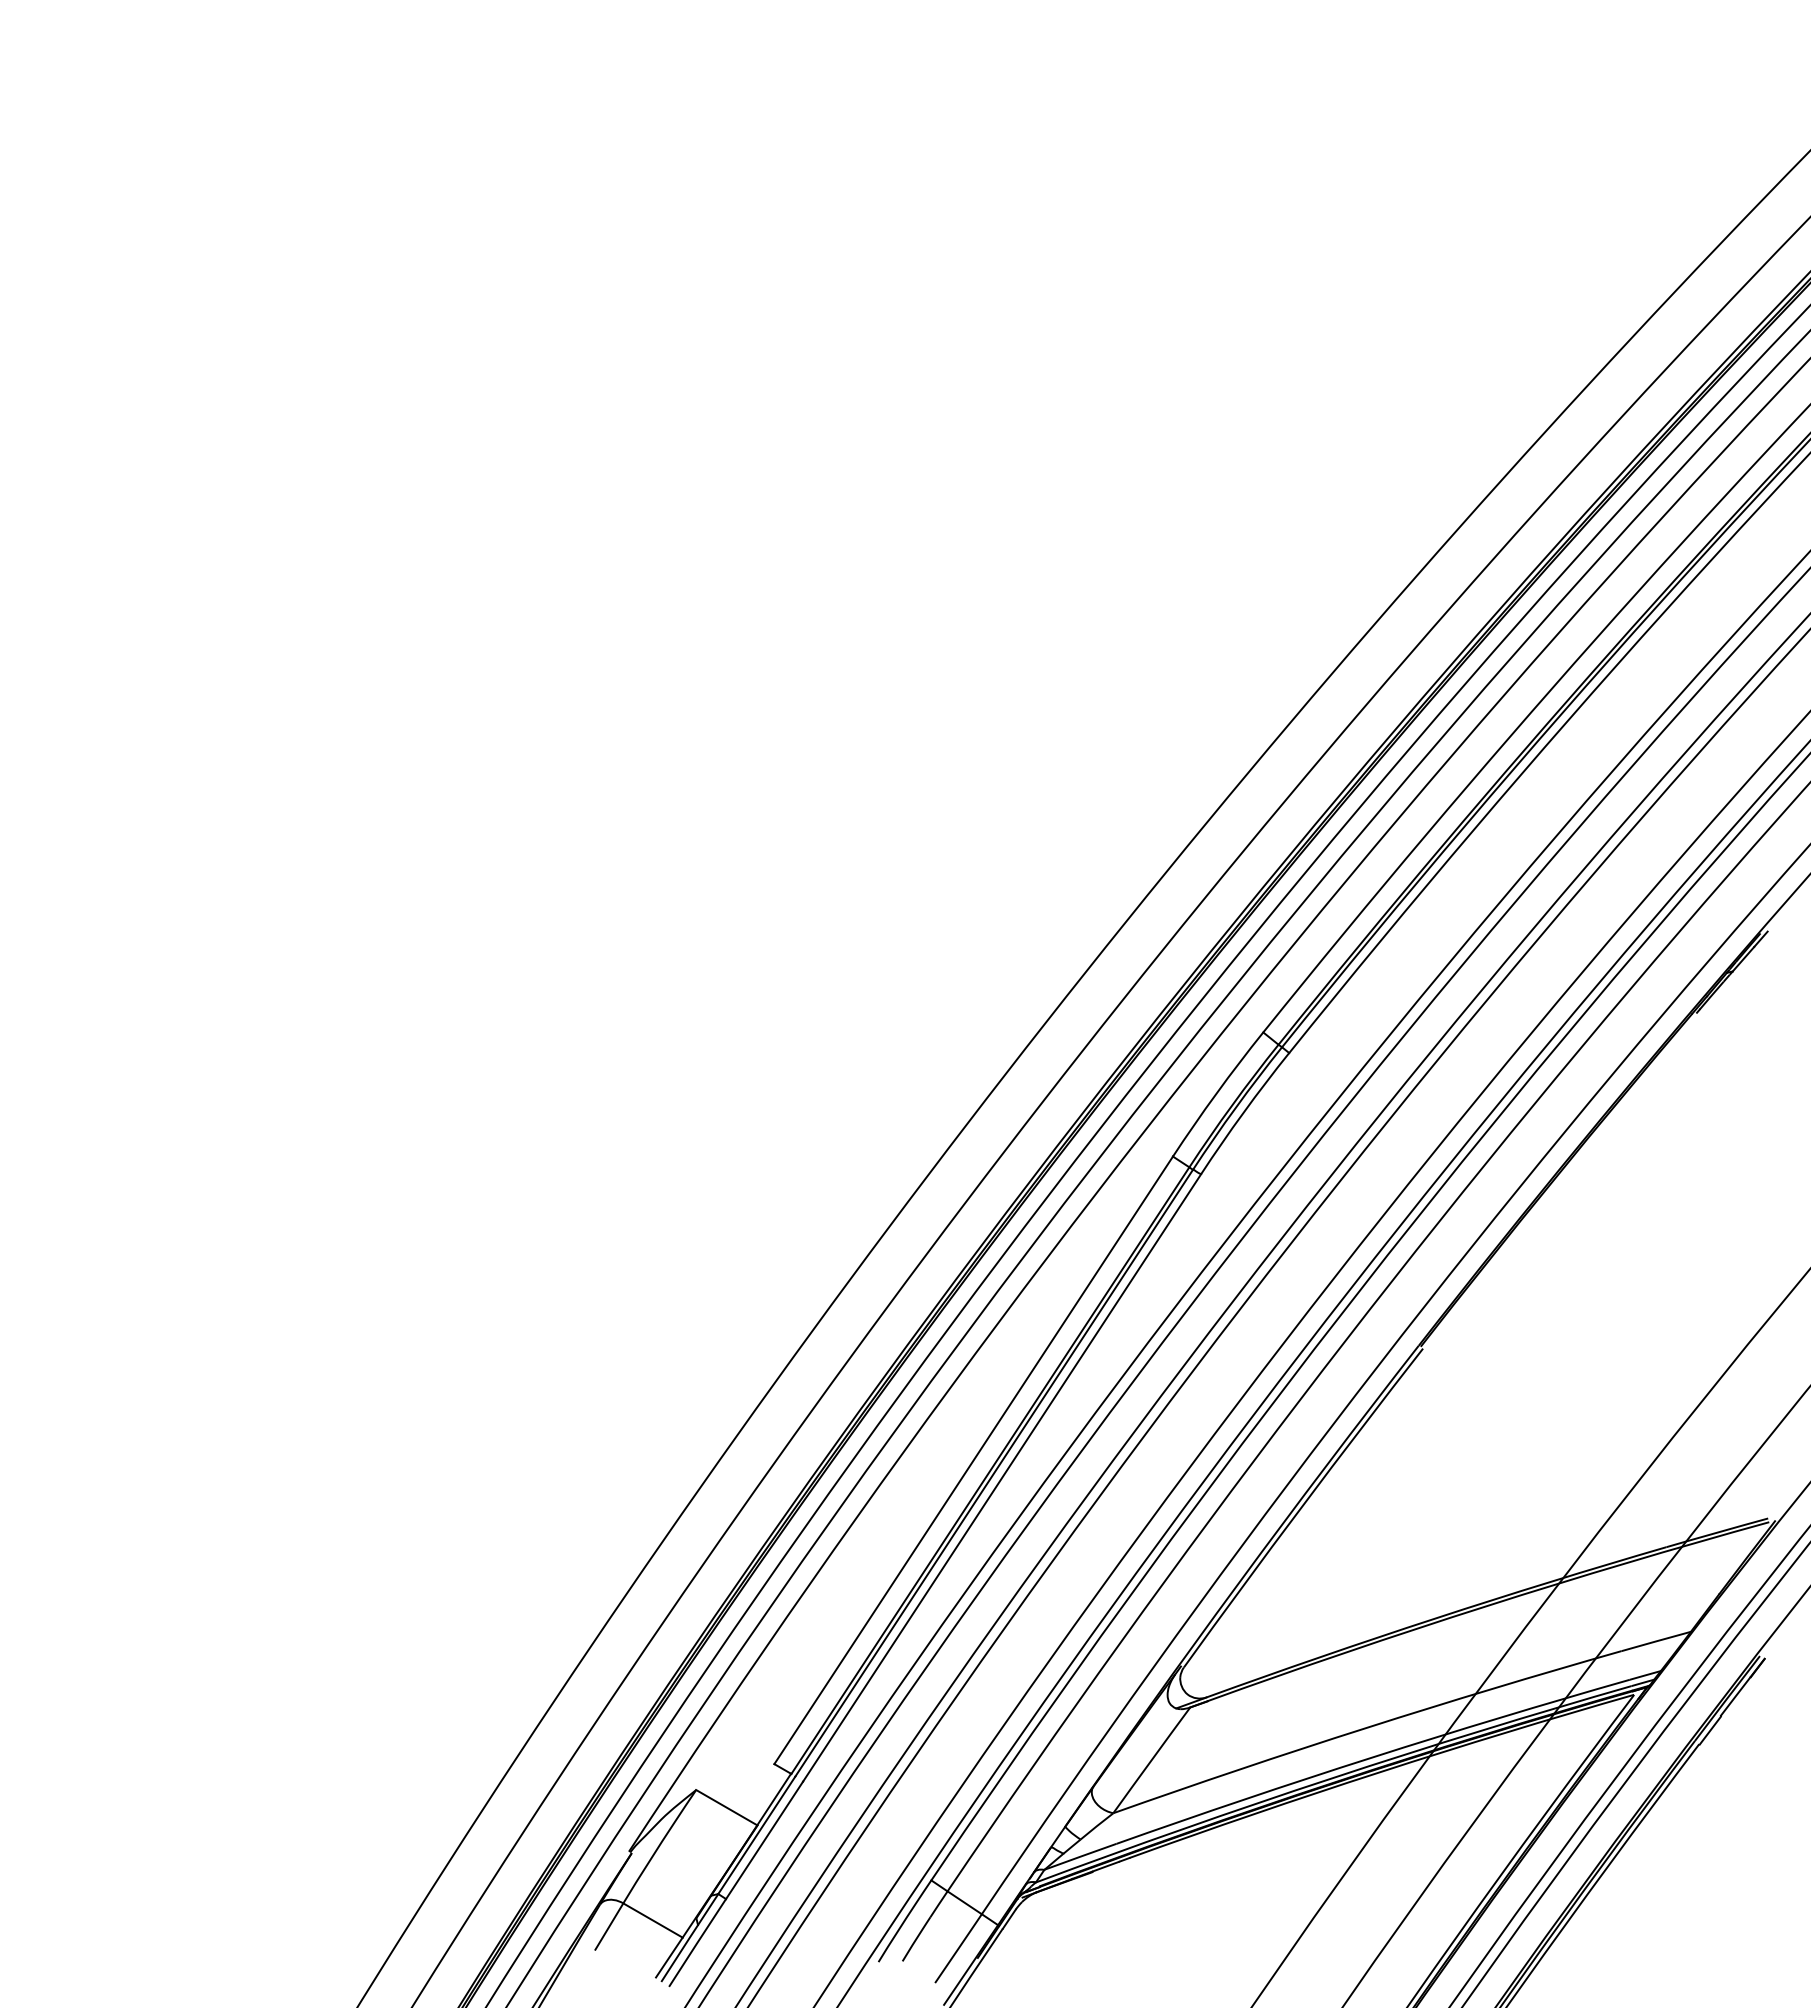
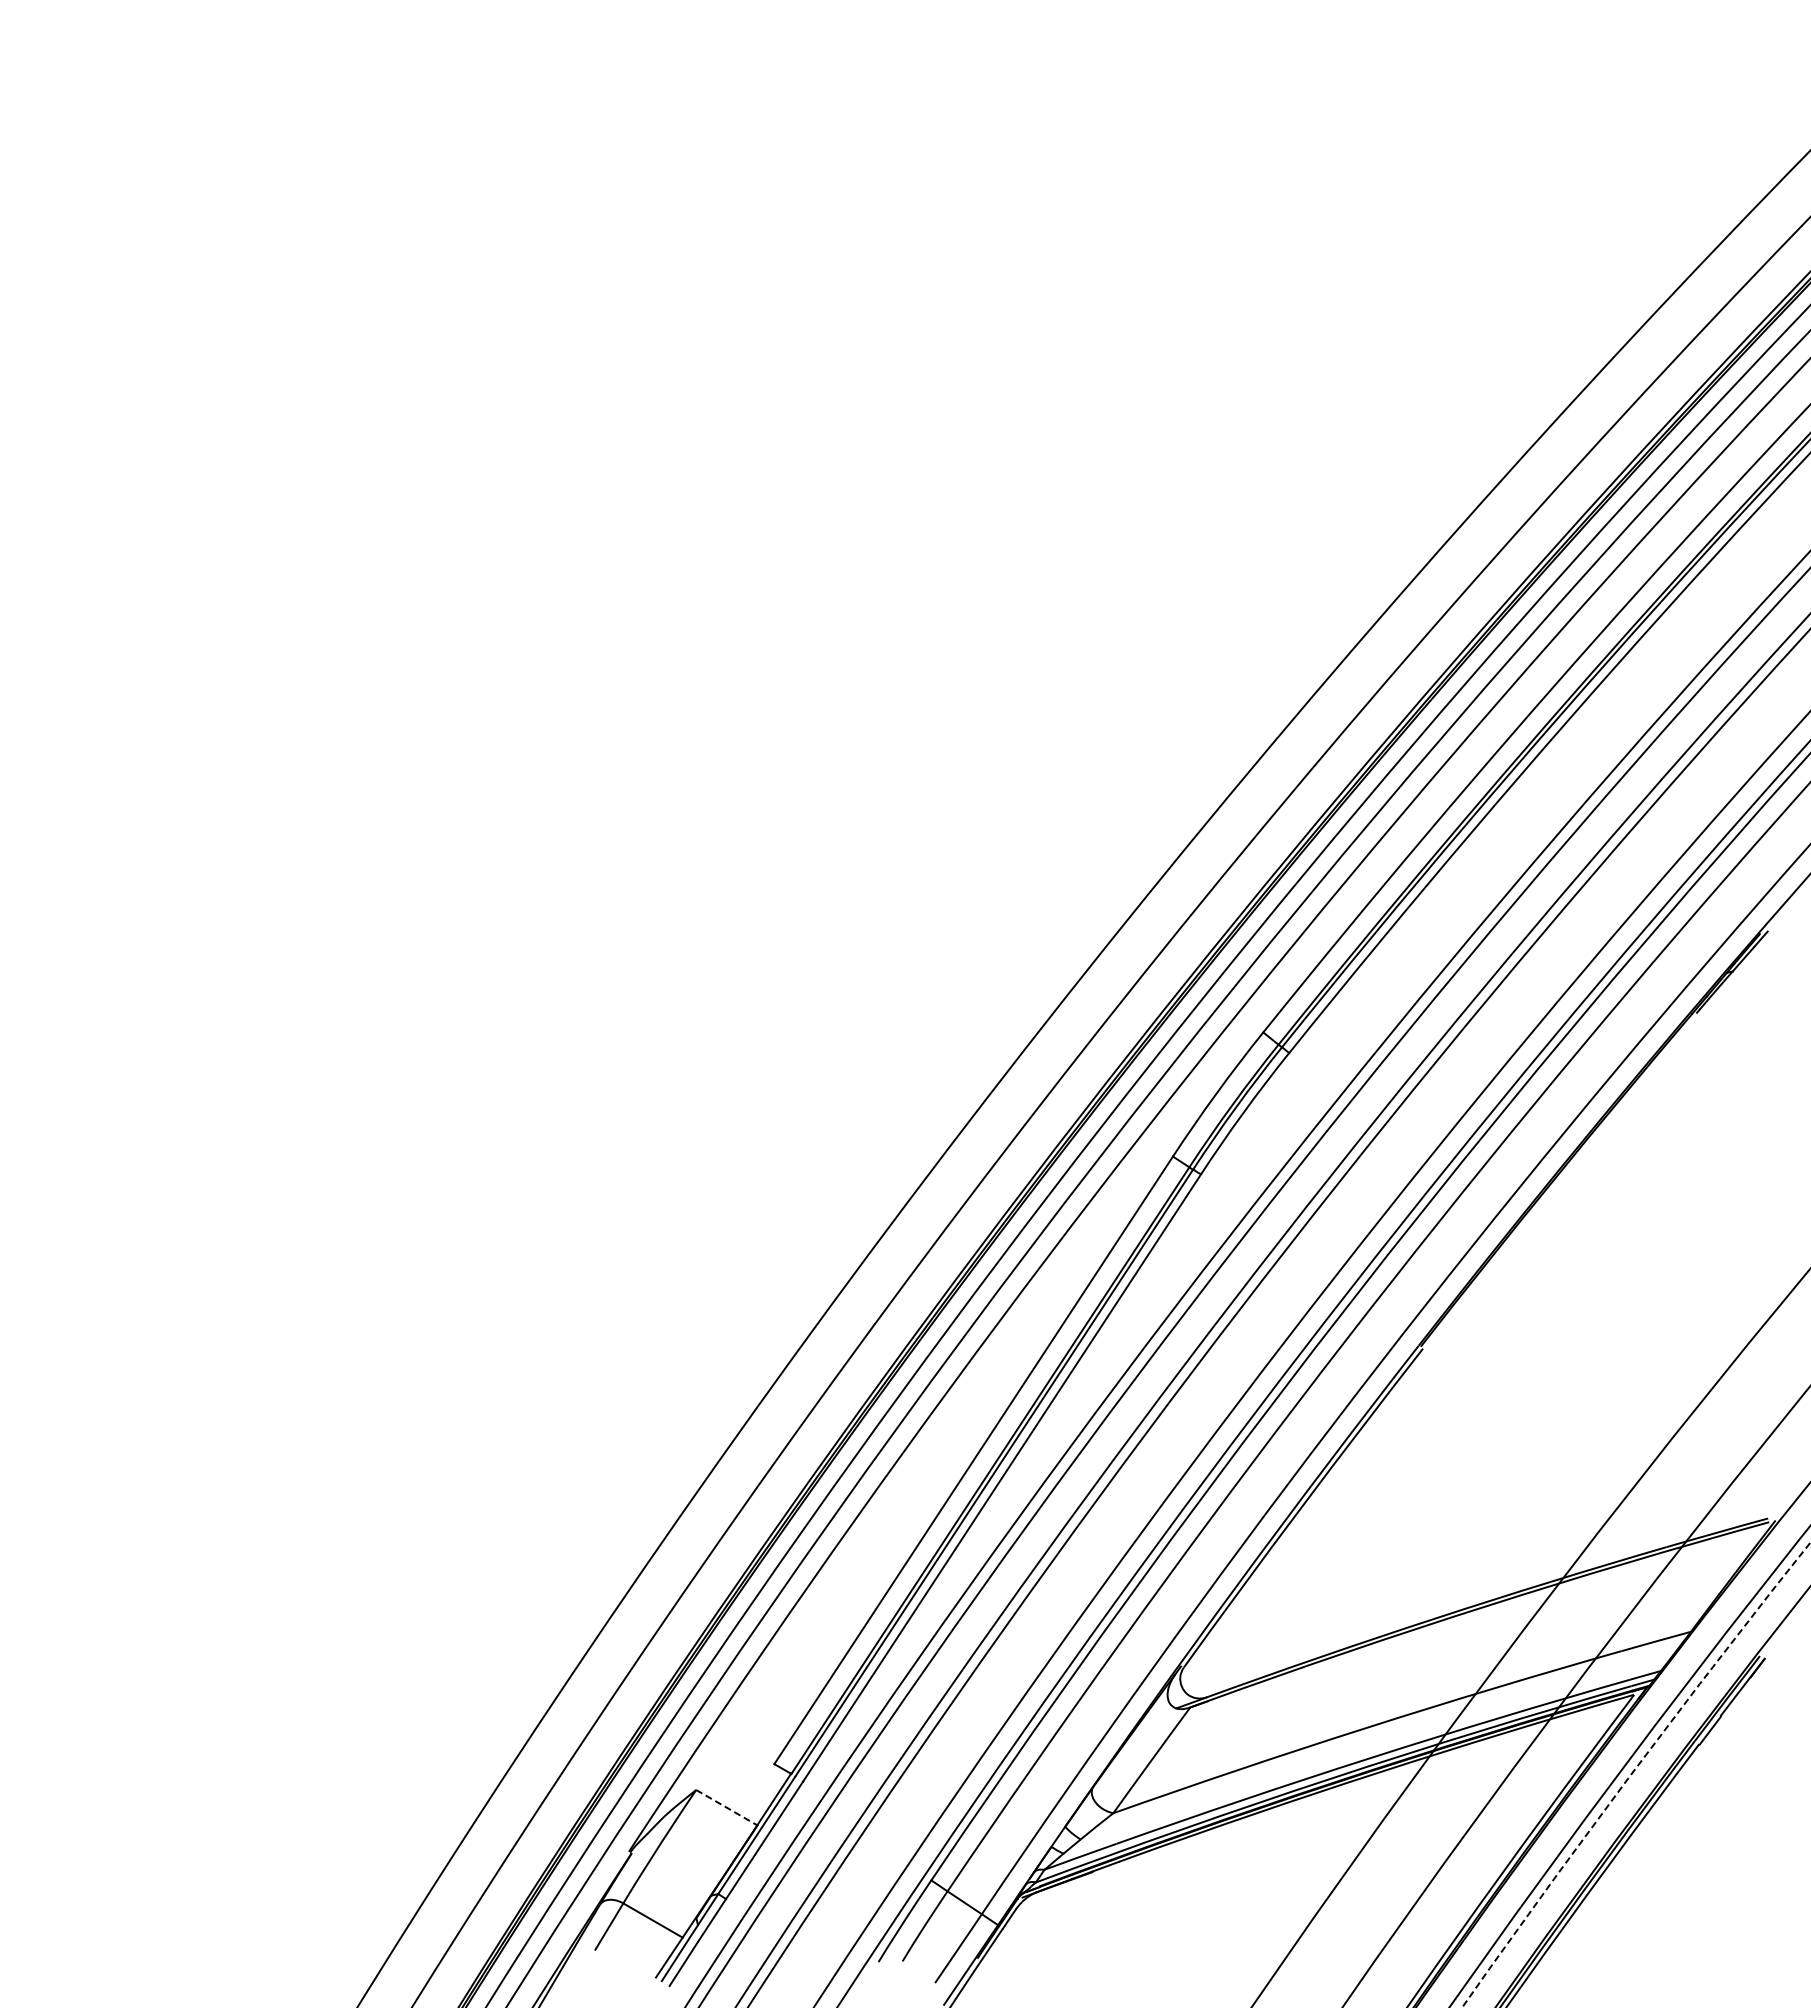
circle at (1636, 1774): solid -> dashed
line at (727, 1807): solid -> dashed
